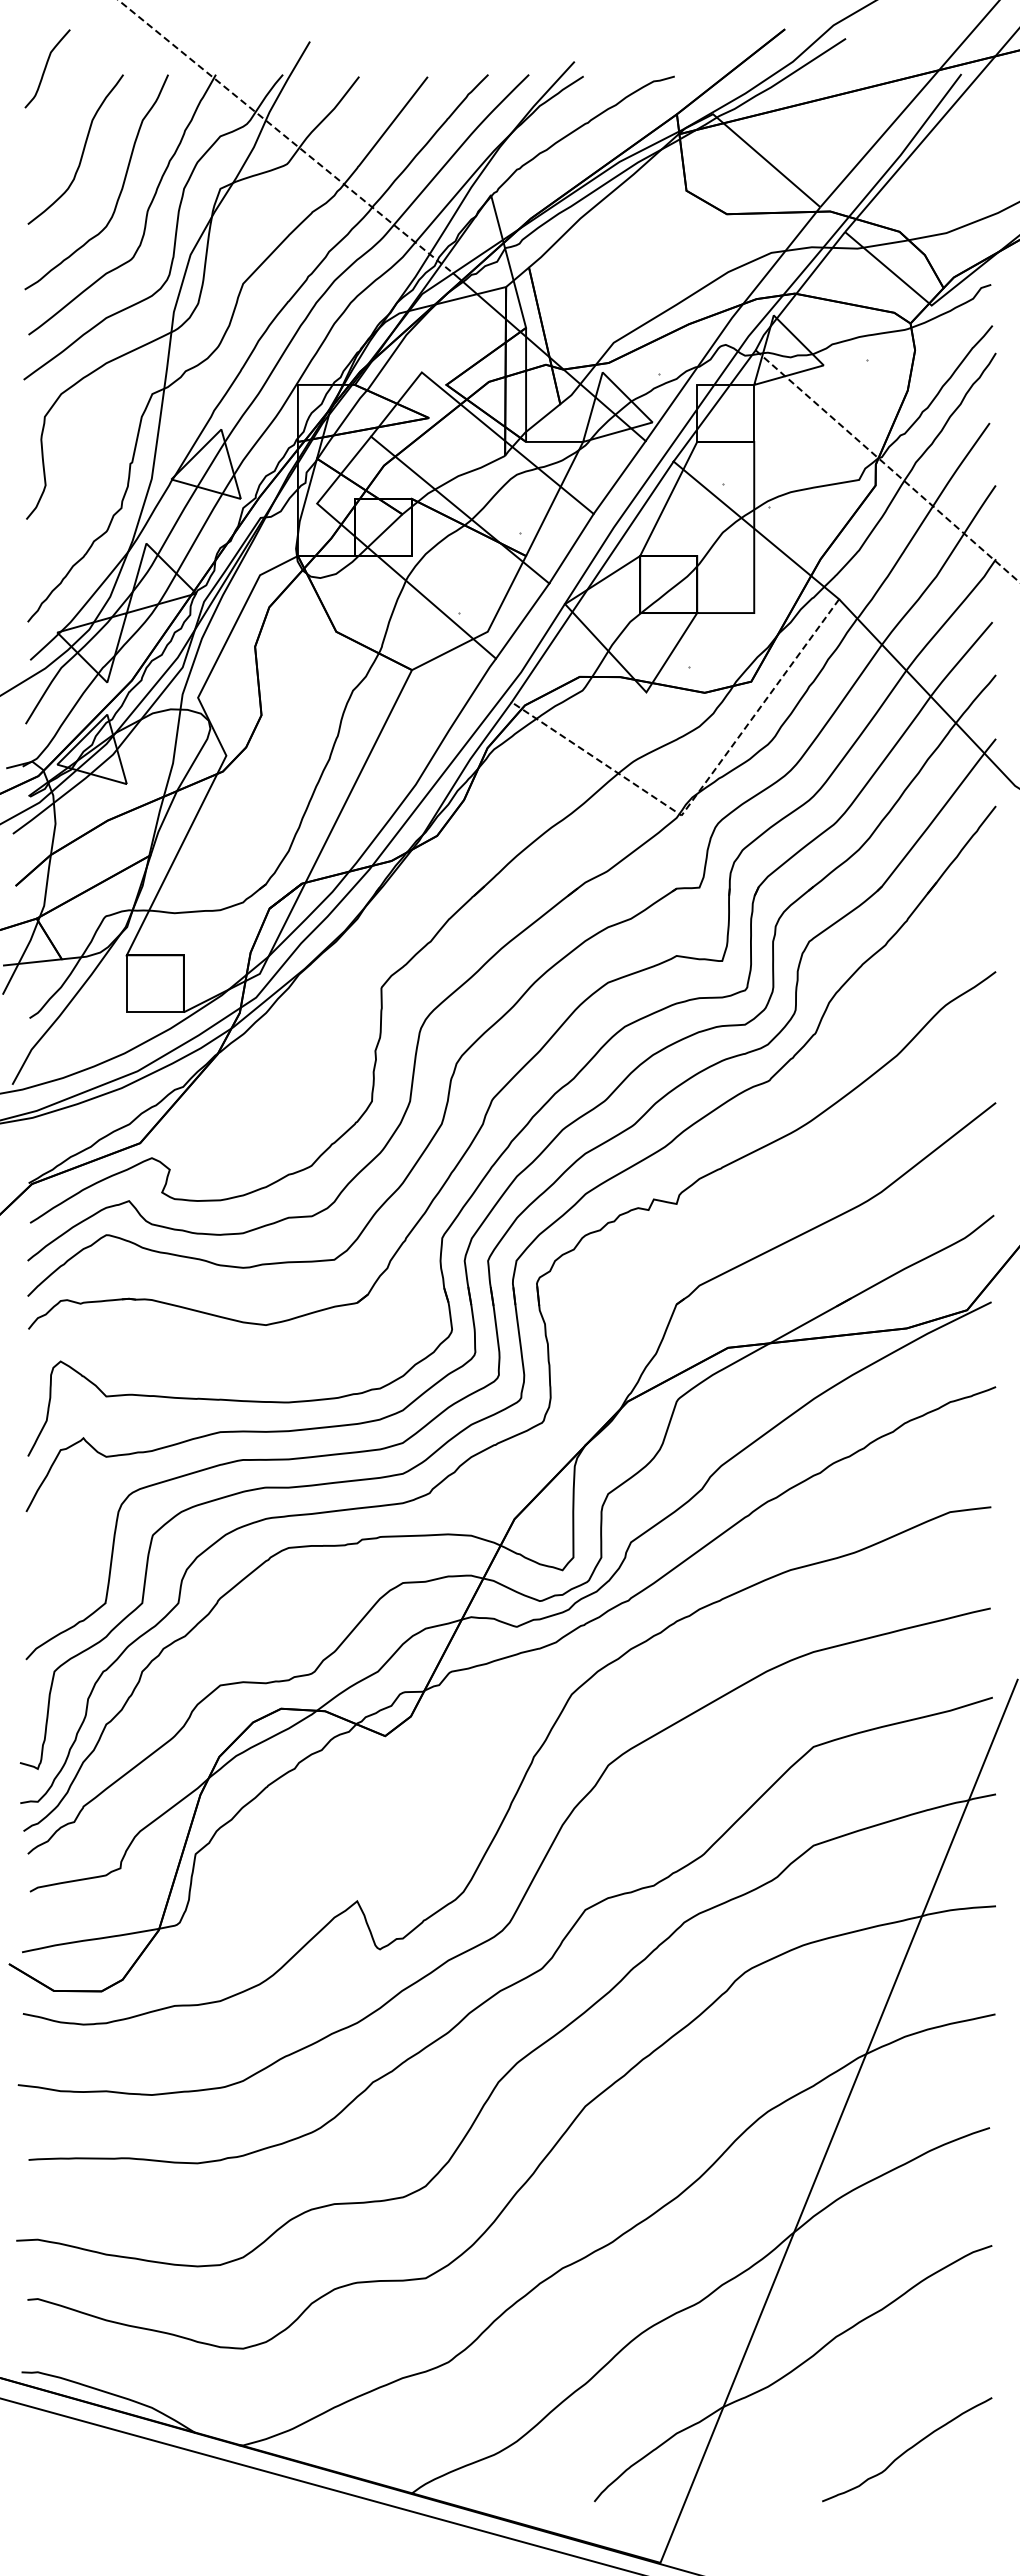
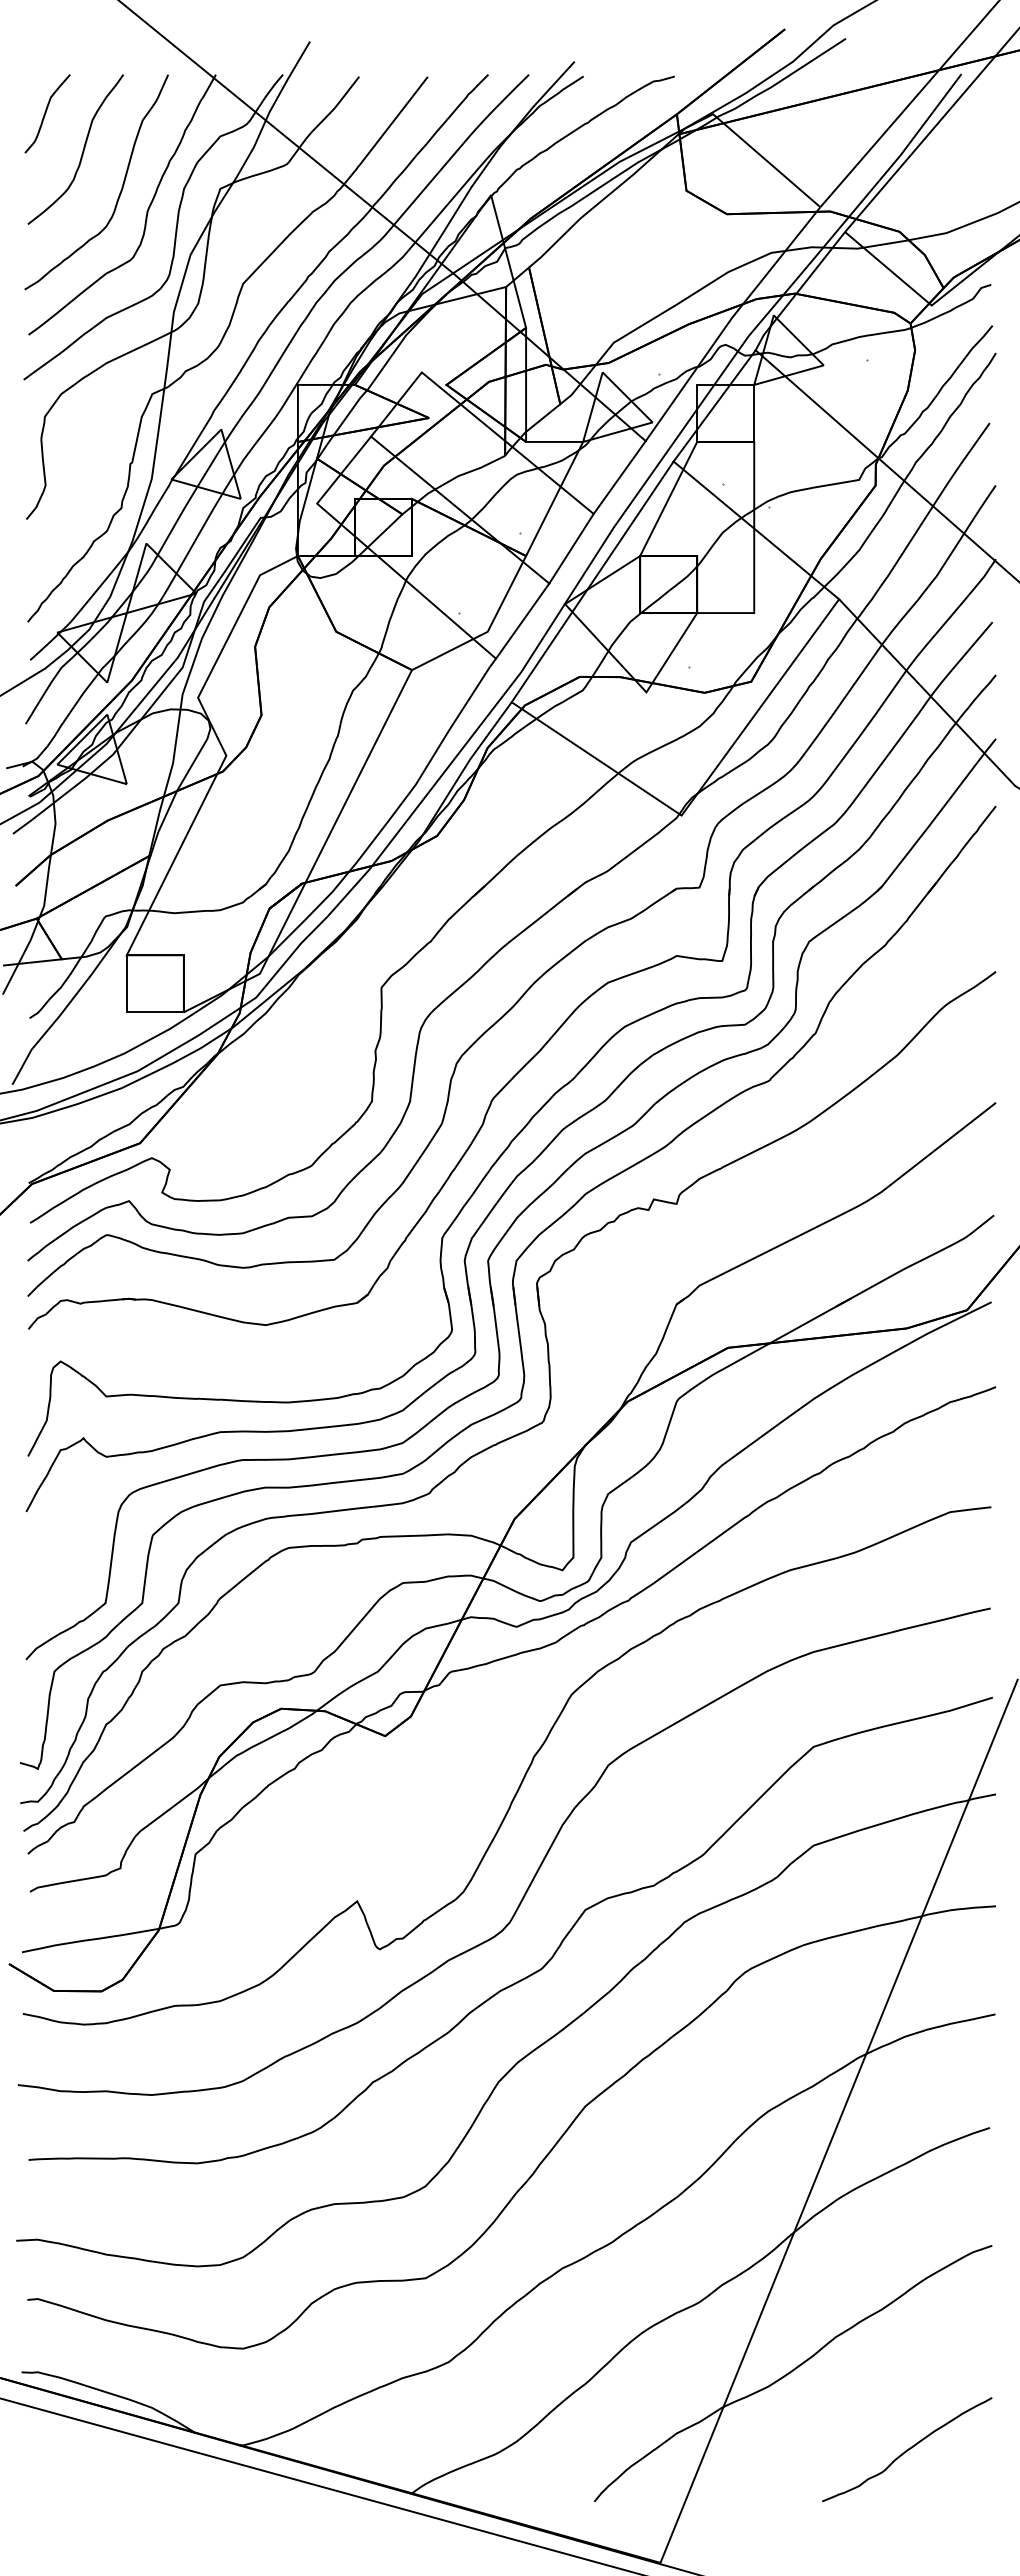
curve at (46, 68) position: (46, 68) -> (46, 113)
line at (285, 136): dashed -> solid
line at (887, 466): dashed -> solid
line at (699, 790): dashed -> solid
